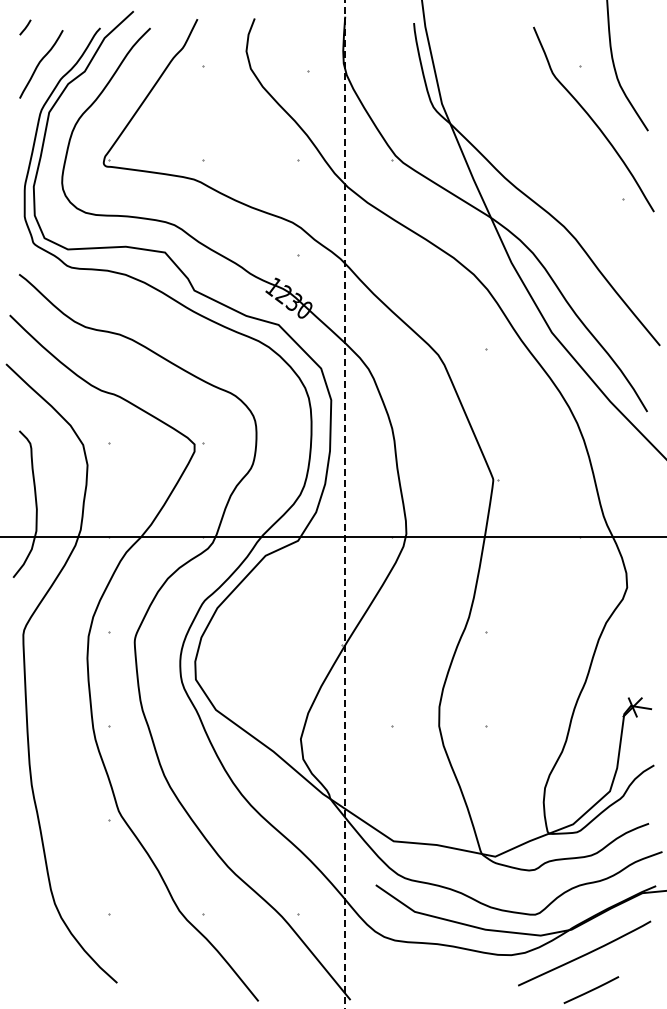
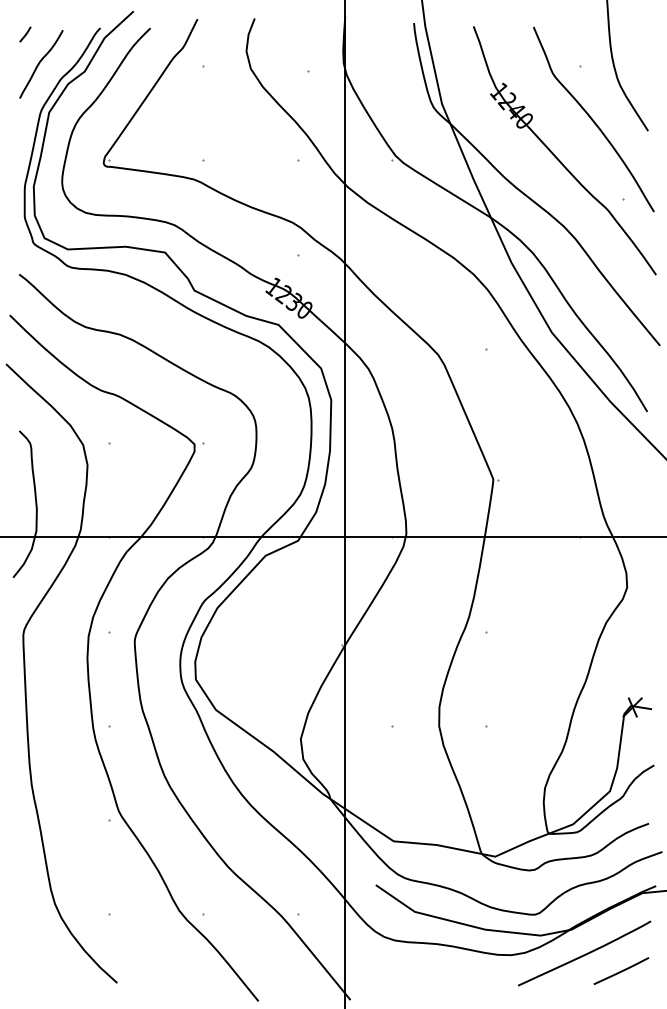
line at (25, 27) position: (25, 27) -> (25, 34)
part at (557, 157): none -> present
line at (344, 504): dashed -> solid
line at (591, 989) position: (591, 989) -> (621, 970)
